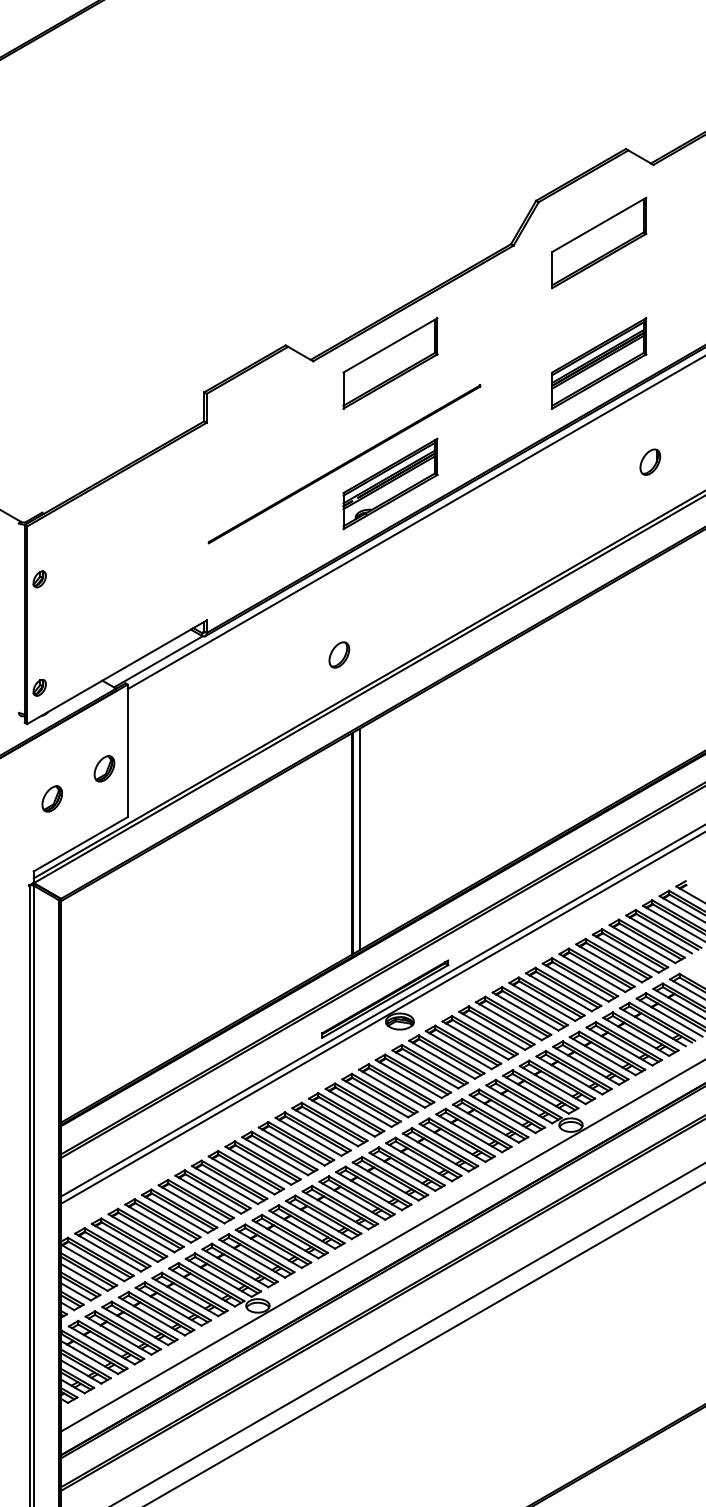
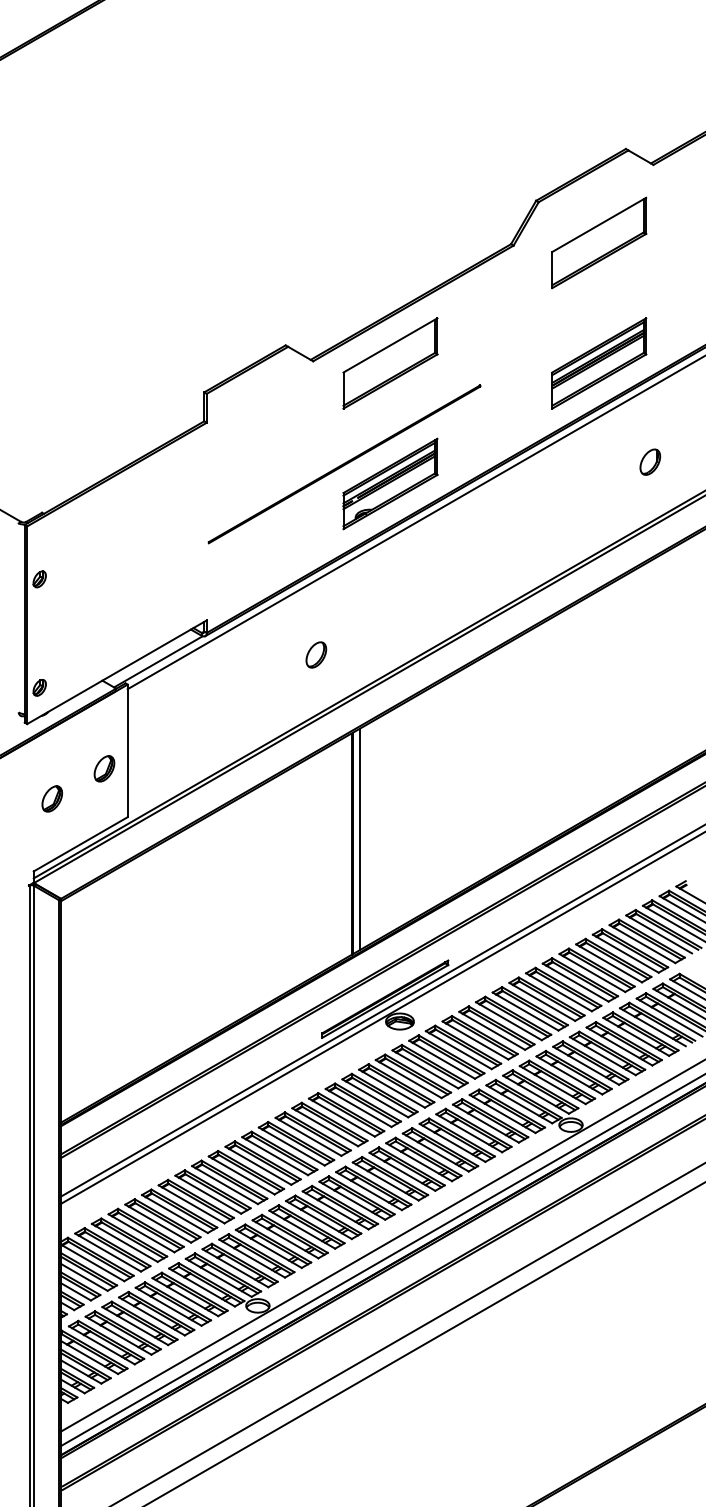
part at (339, 654) position: (339, 654) -> (316, 654)
line at (381, 1260): none -> present
